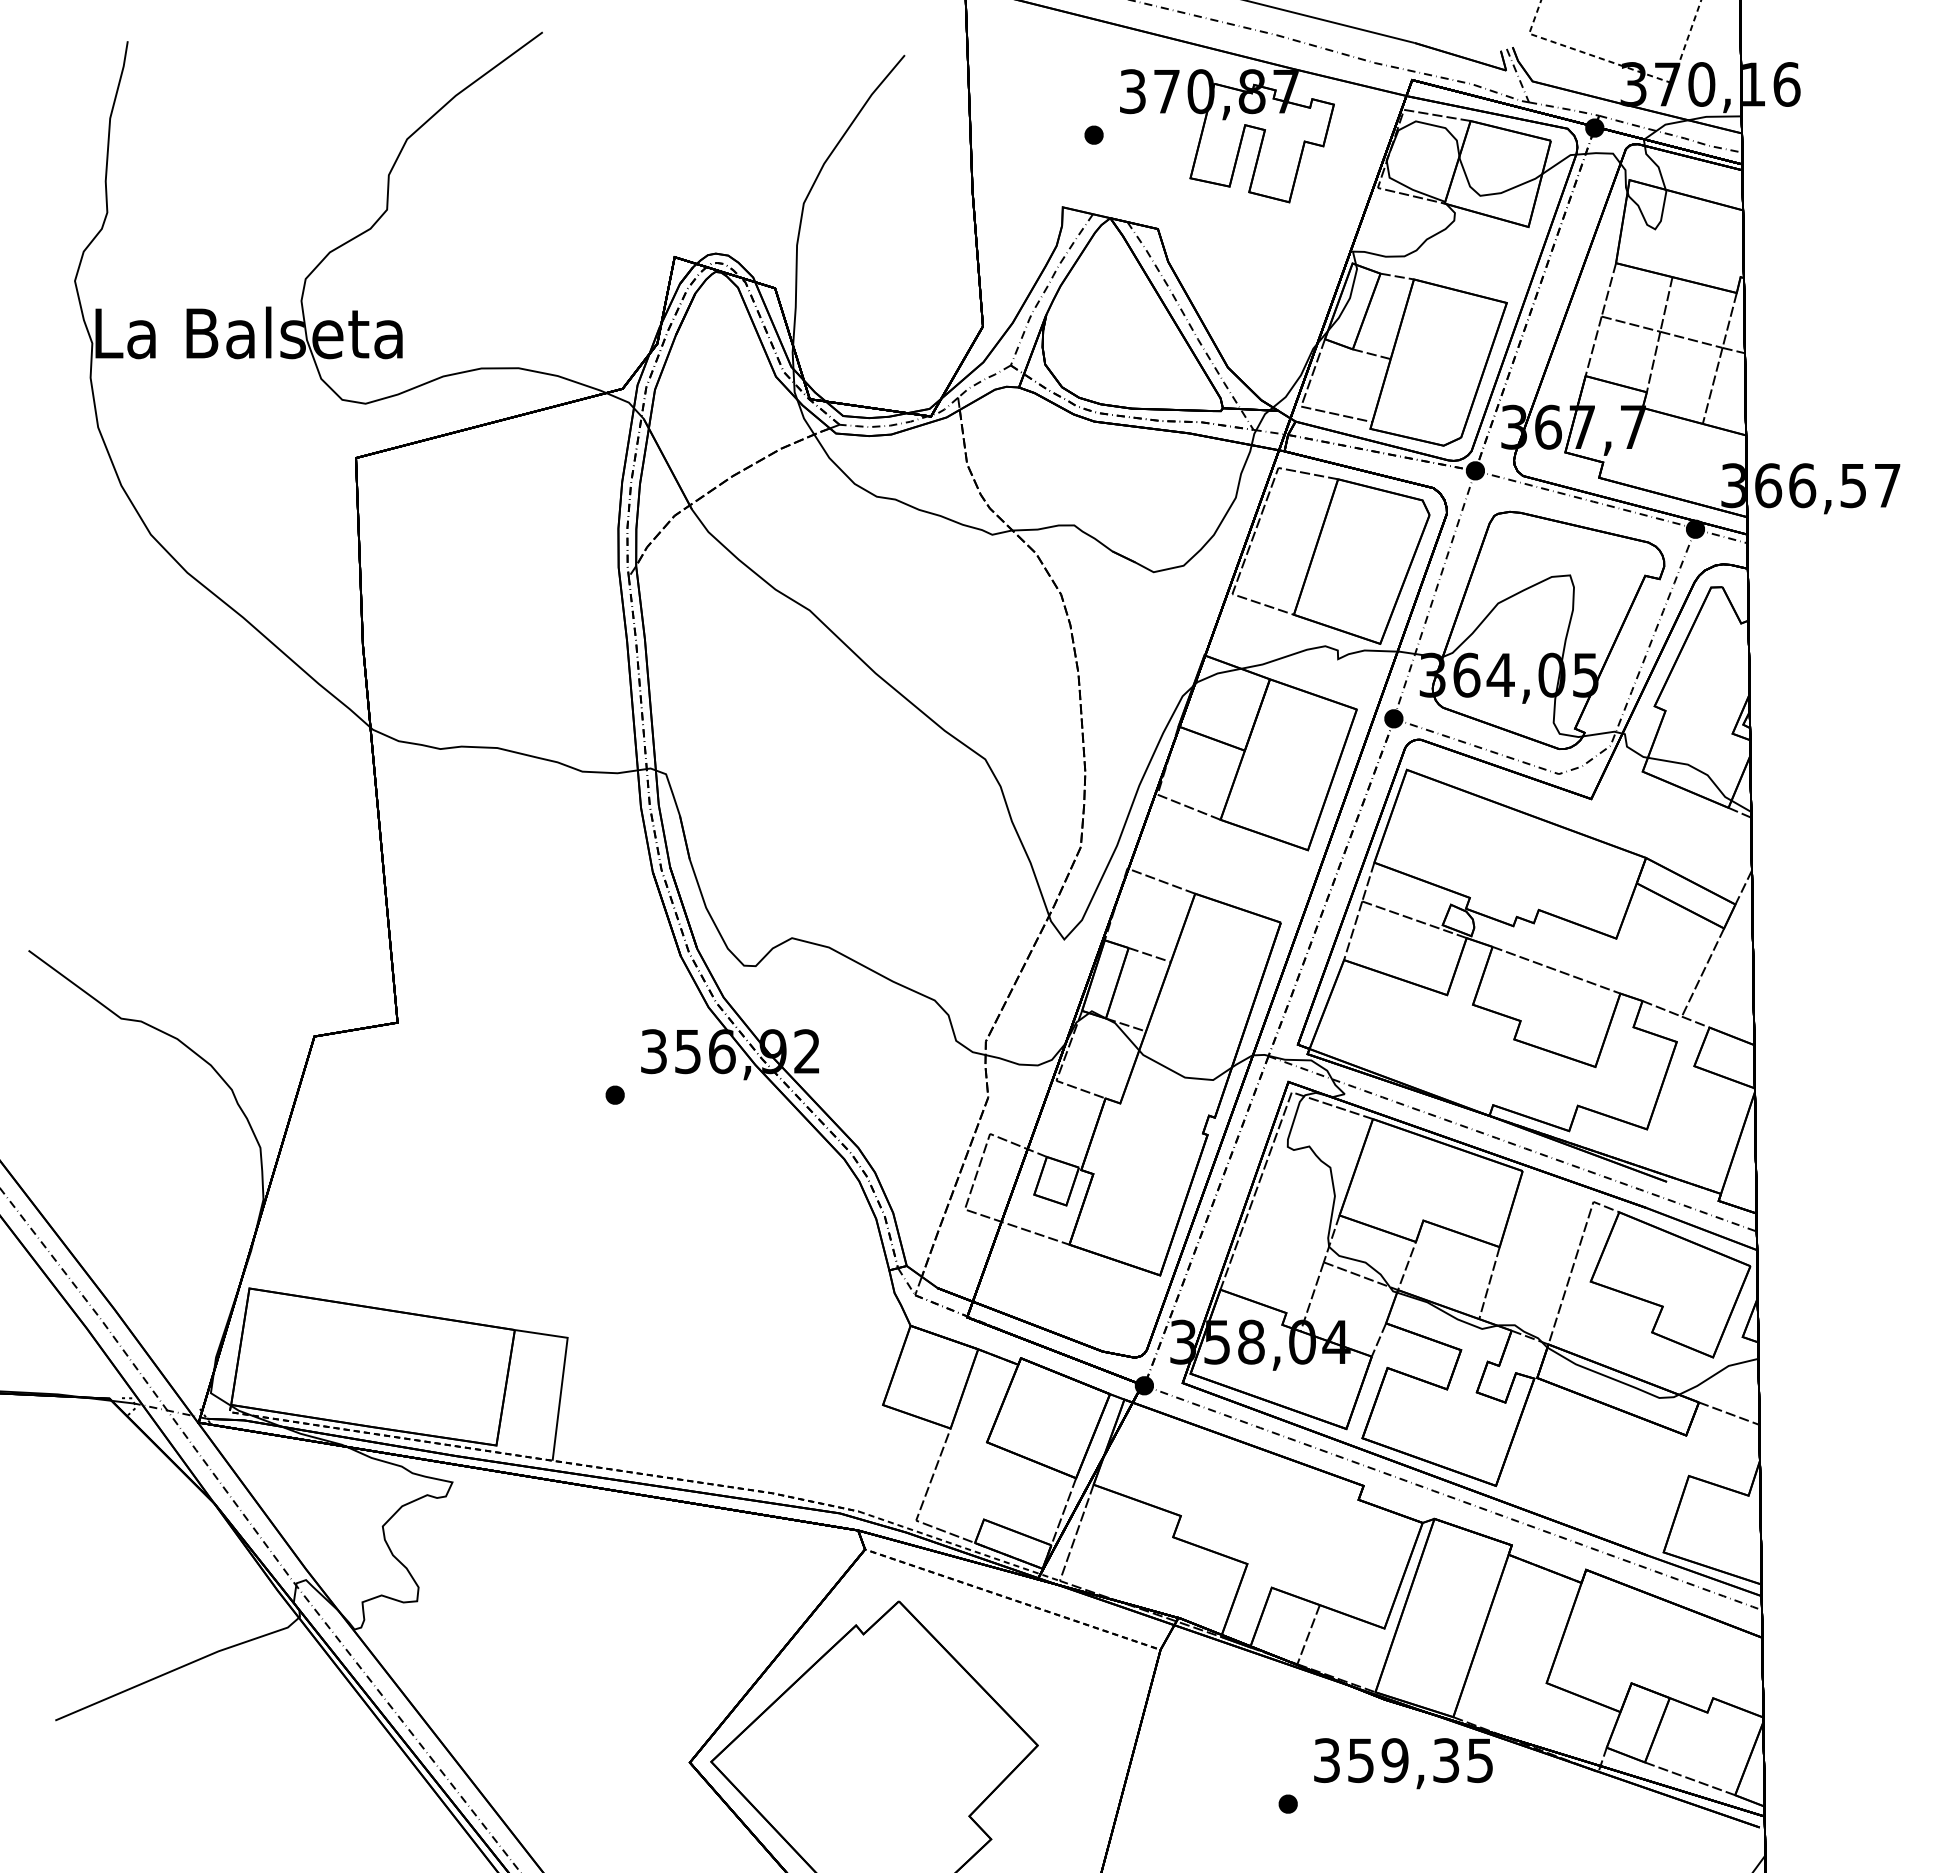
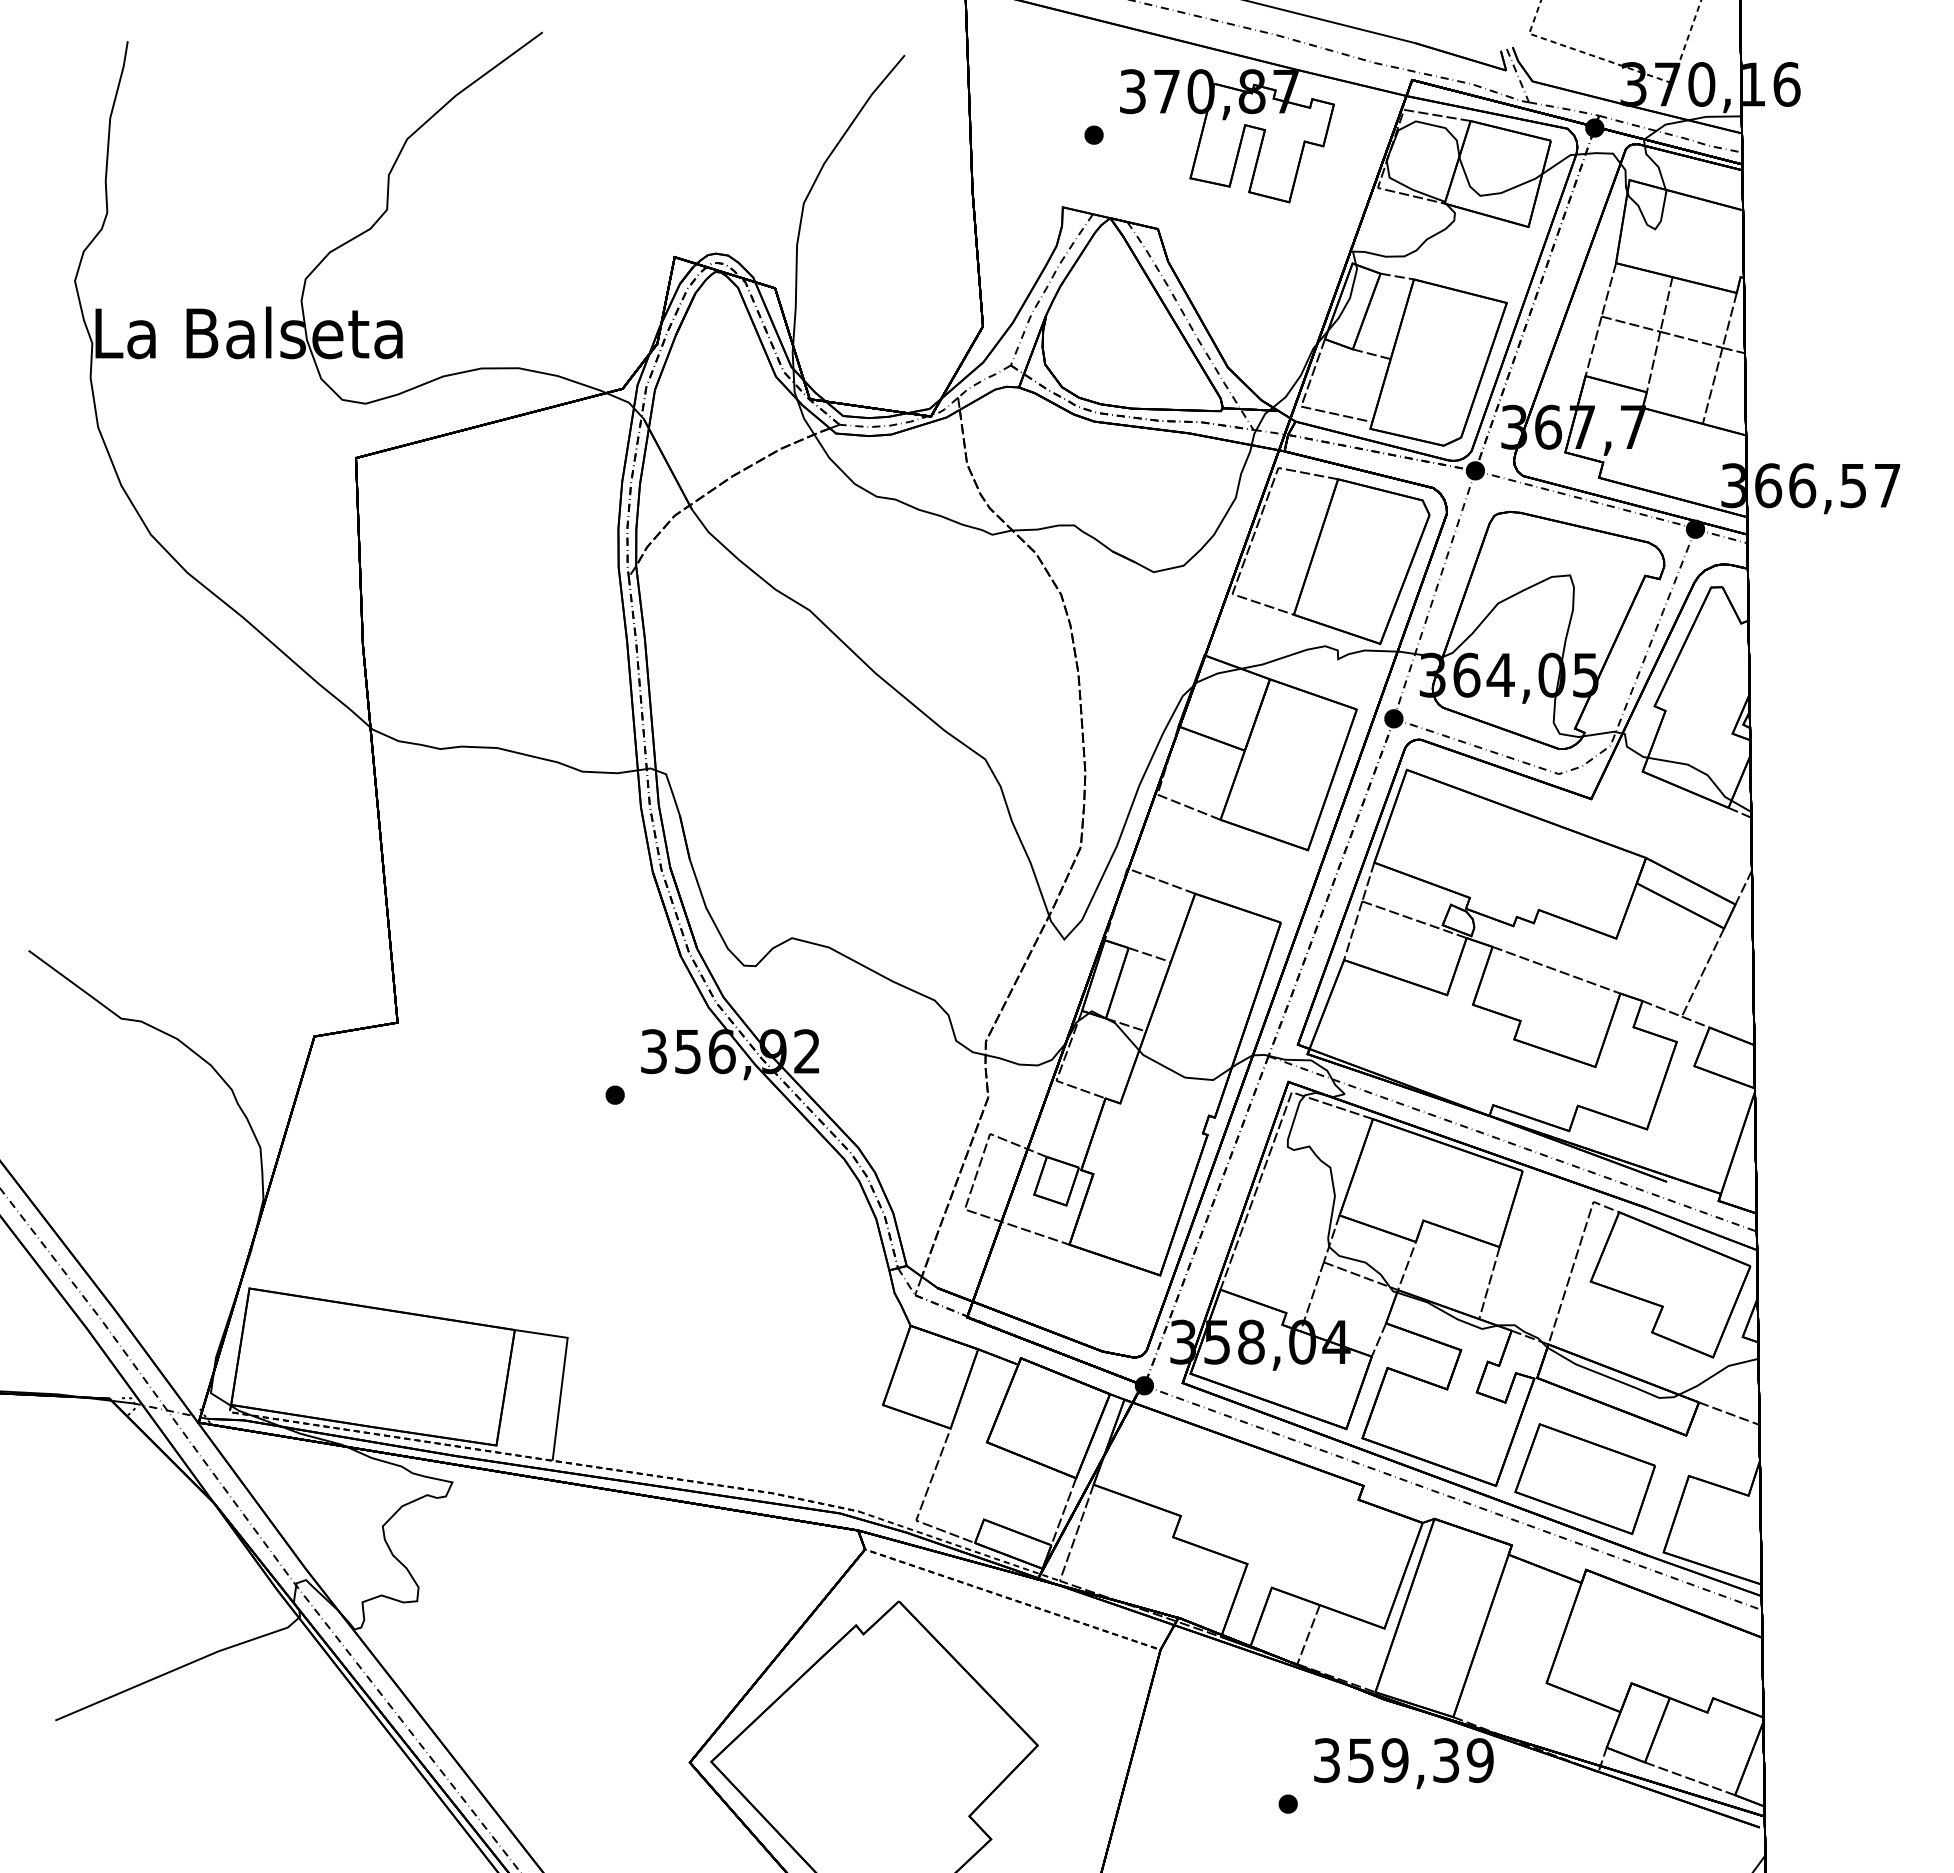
part at (1584, 1479): none -> present
text at (1479, 1760): 359,35 -> 359,39
